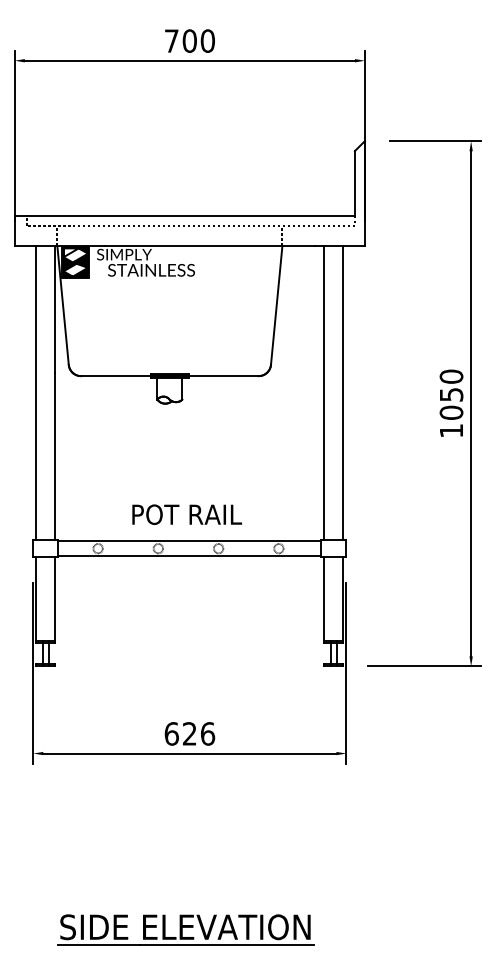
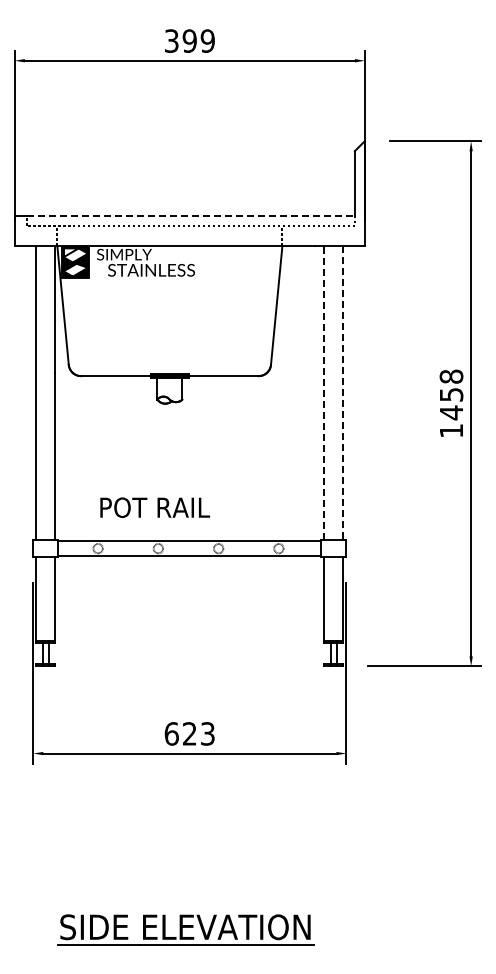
text at (189, 40): 700 -> 399
line at (191, 216): solid -> dashed
line at (324, 393): solid -> dashed
line at (343, 393): solid -> dashed
text at (451, 394): 1050 -> 1458
text at (186, 514) position: (186, 514) -> (154, 507)
text at (208, 733): 626 -> 623
